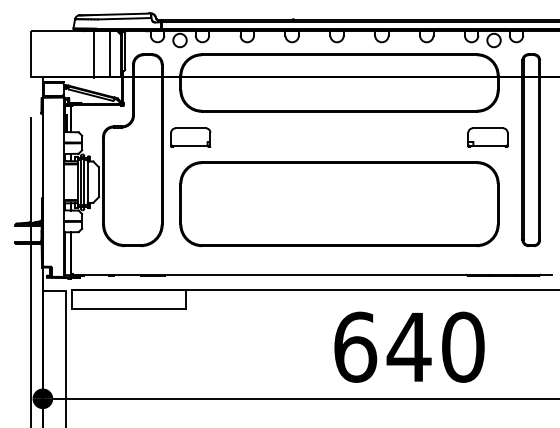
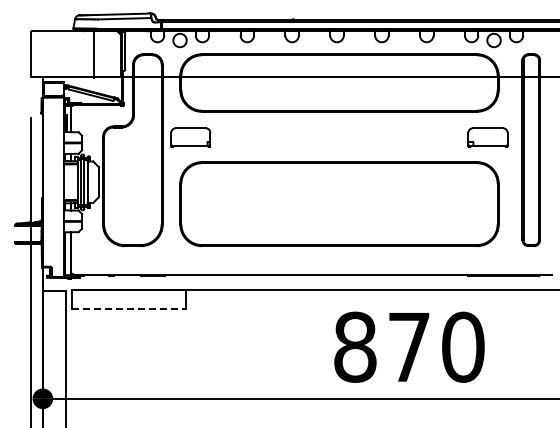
line at (110, 54): present -> none
line at (129, 308): solid -> dashed
text at (382, 346): 640 -> 870
